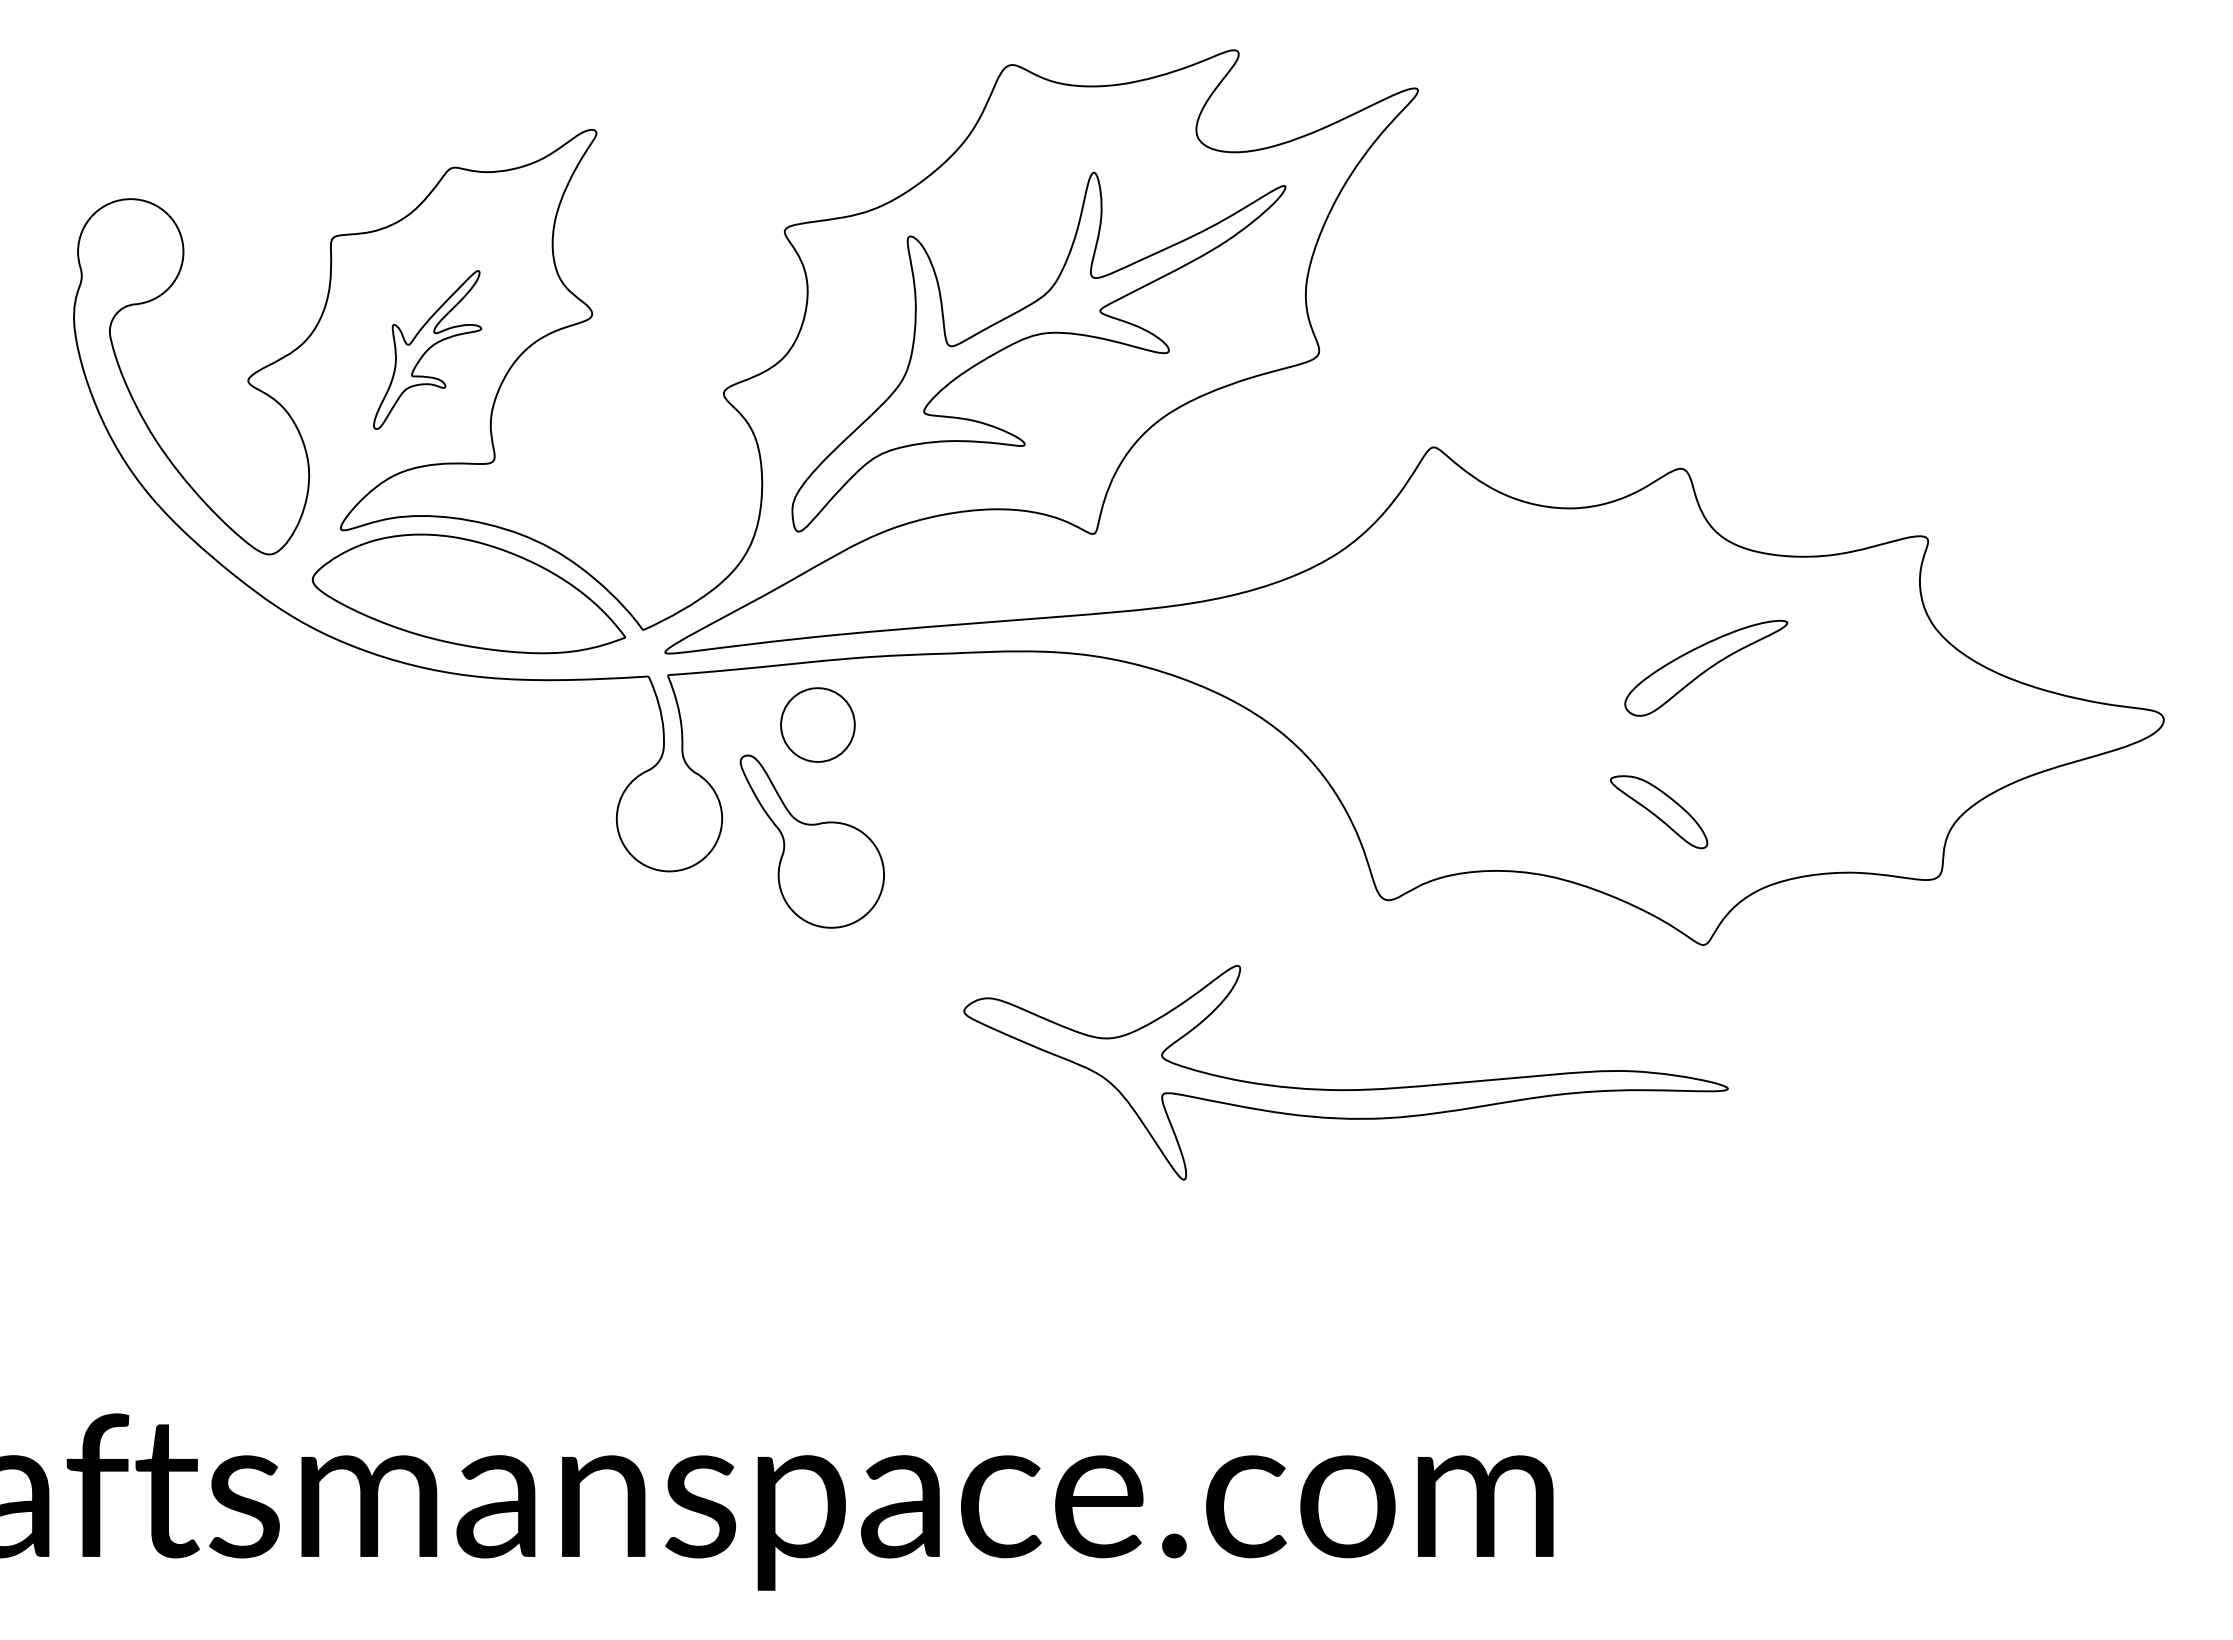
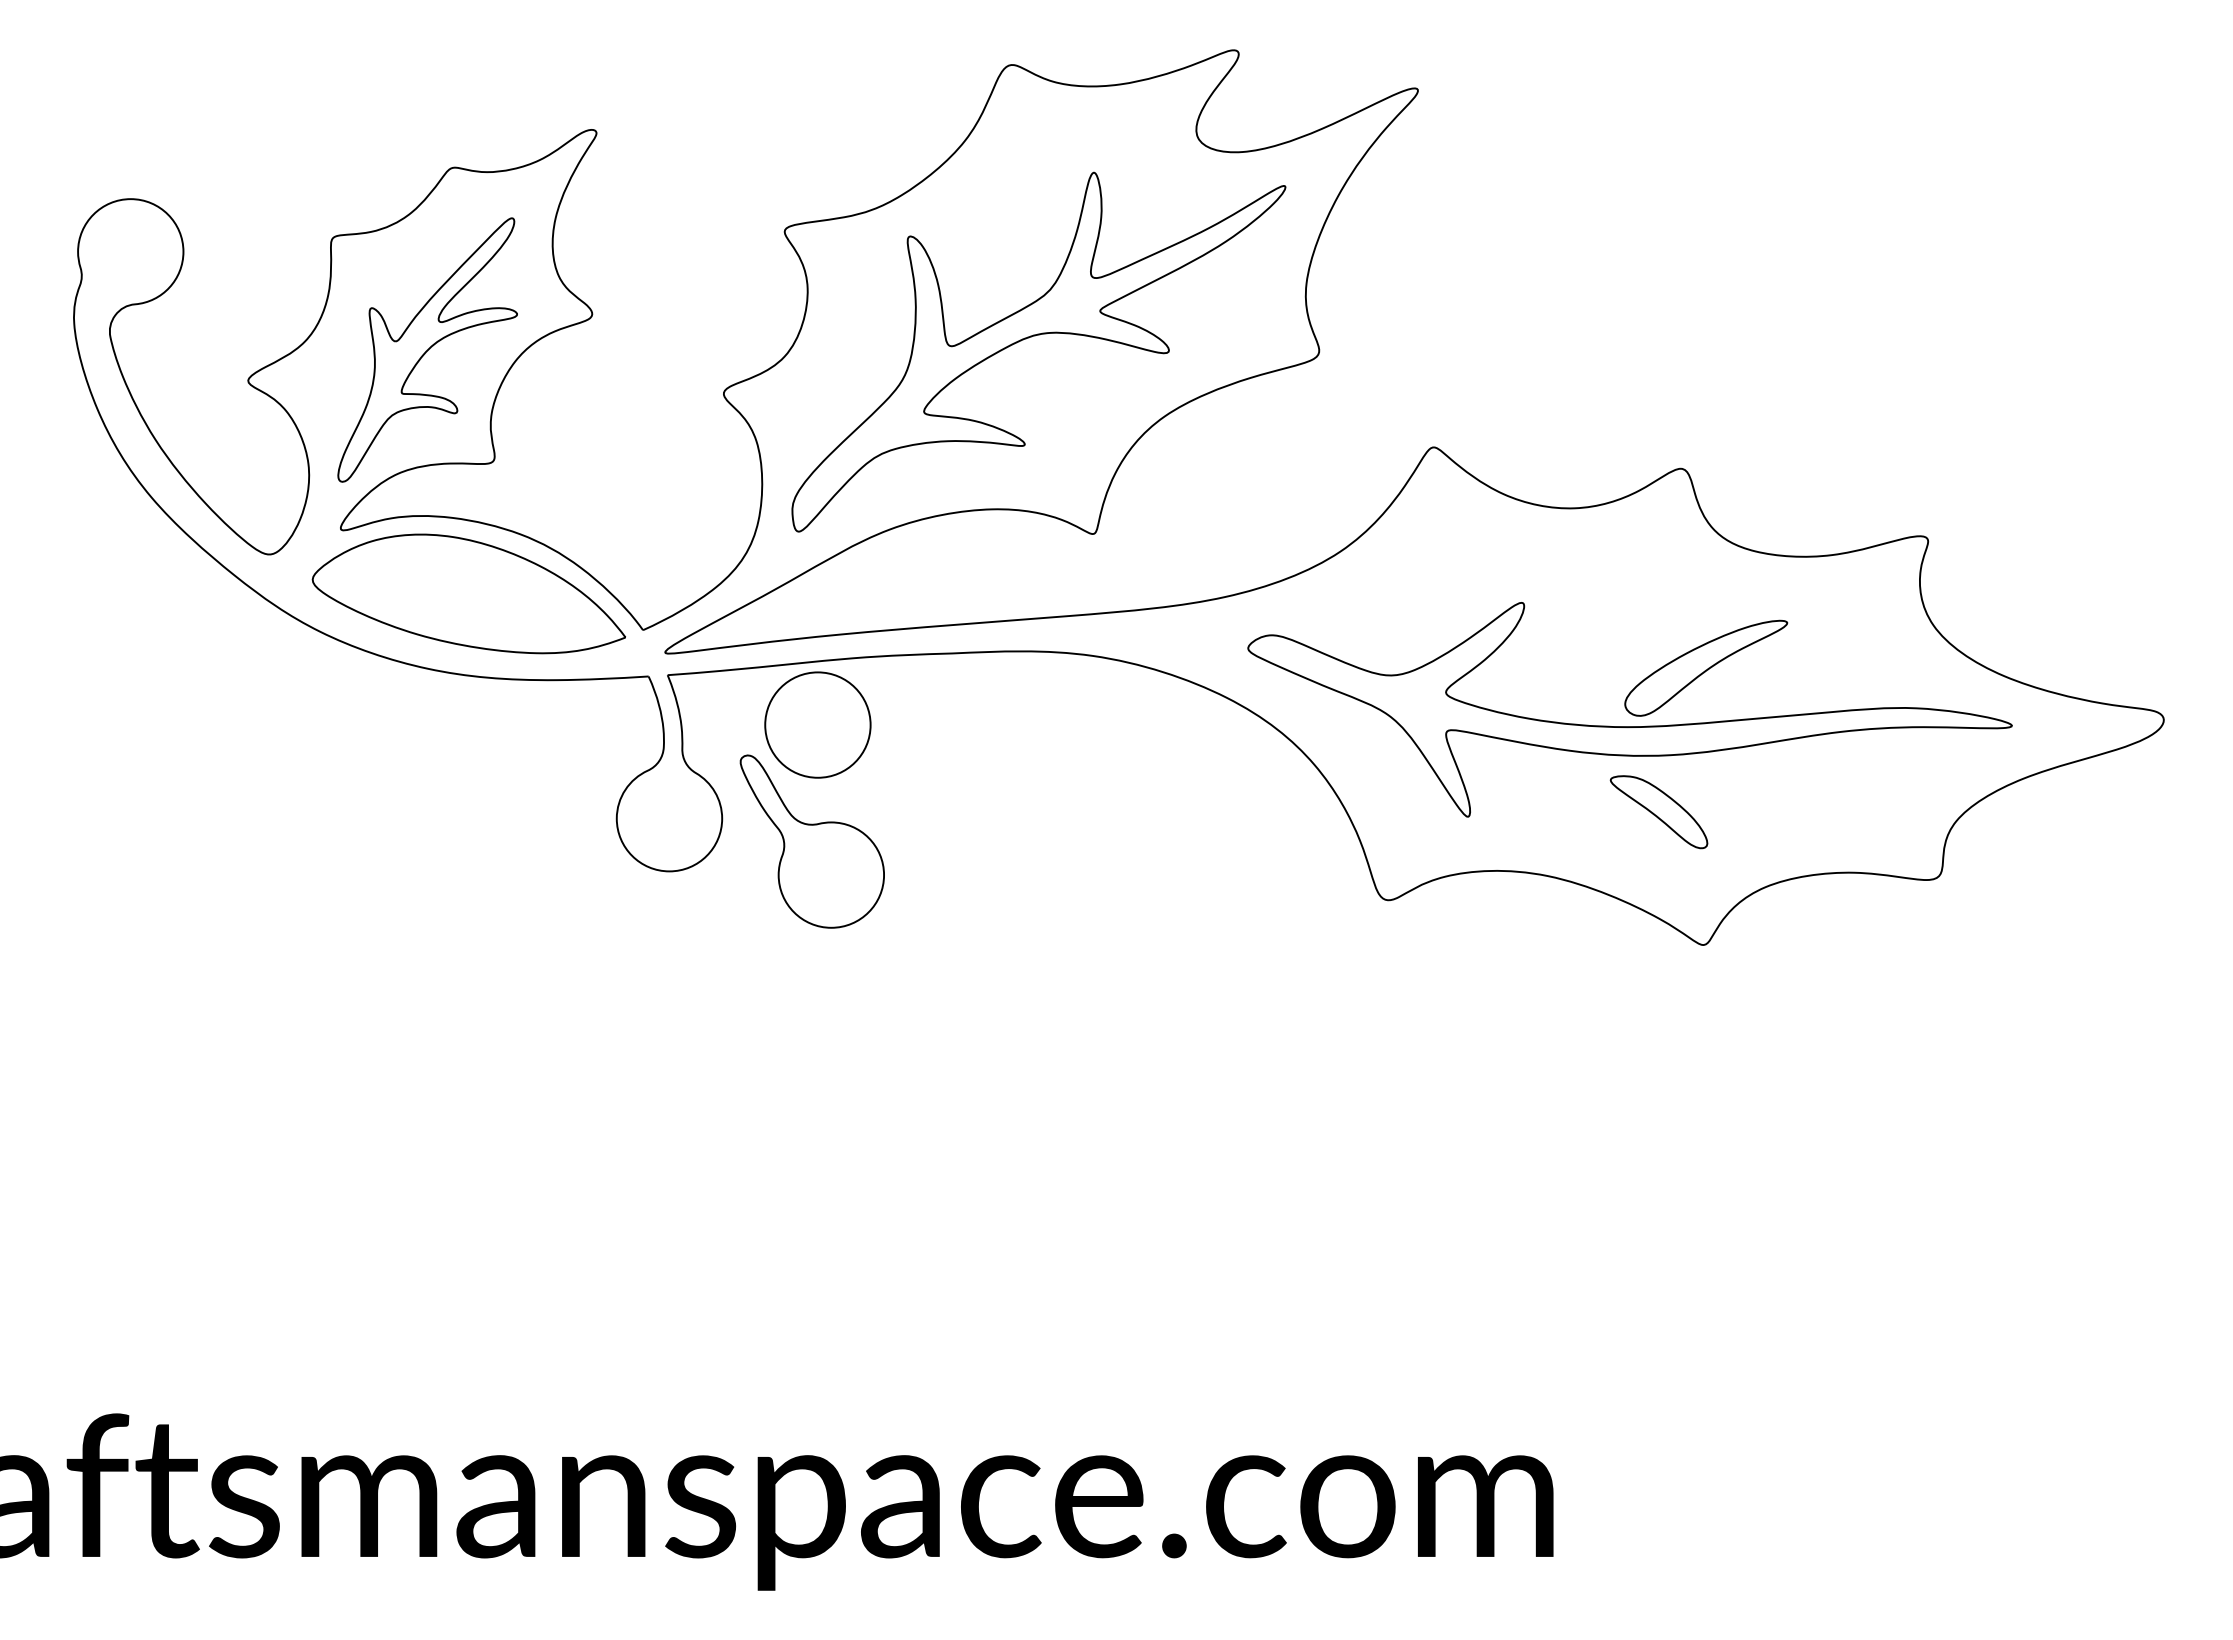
part at (427, 349) size: 110x160 px -> 181x266 px
part at (817, 724) size: 76x76 px -> 108x108 px
part at (1345, 1089) position: (1345, 1089) -> (1629, 726)
